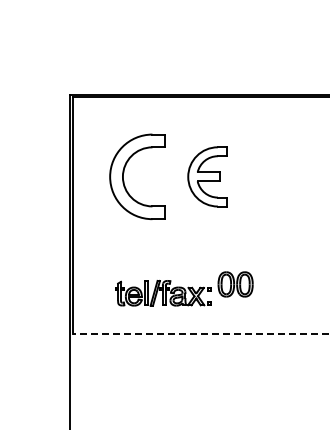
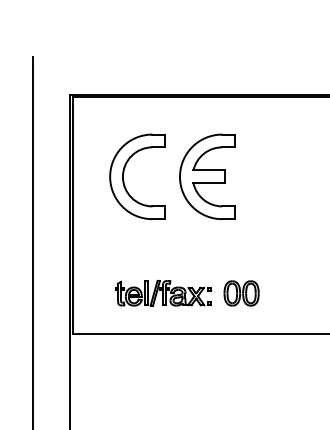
part at (207, 176) size: 41x62 px -> 57x88 px
line at (32, 241): none -> present
part at (235, 284) position: (235, 284) -> (241, 293)
line at (200, 334): dashed -> solid
